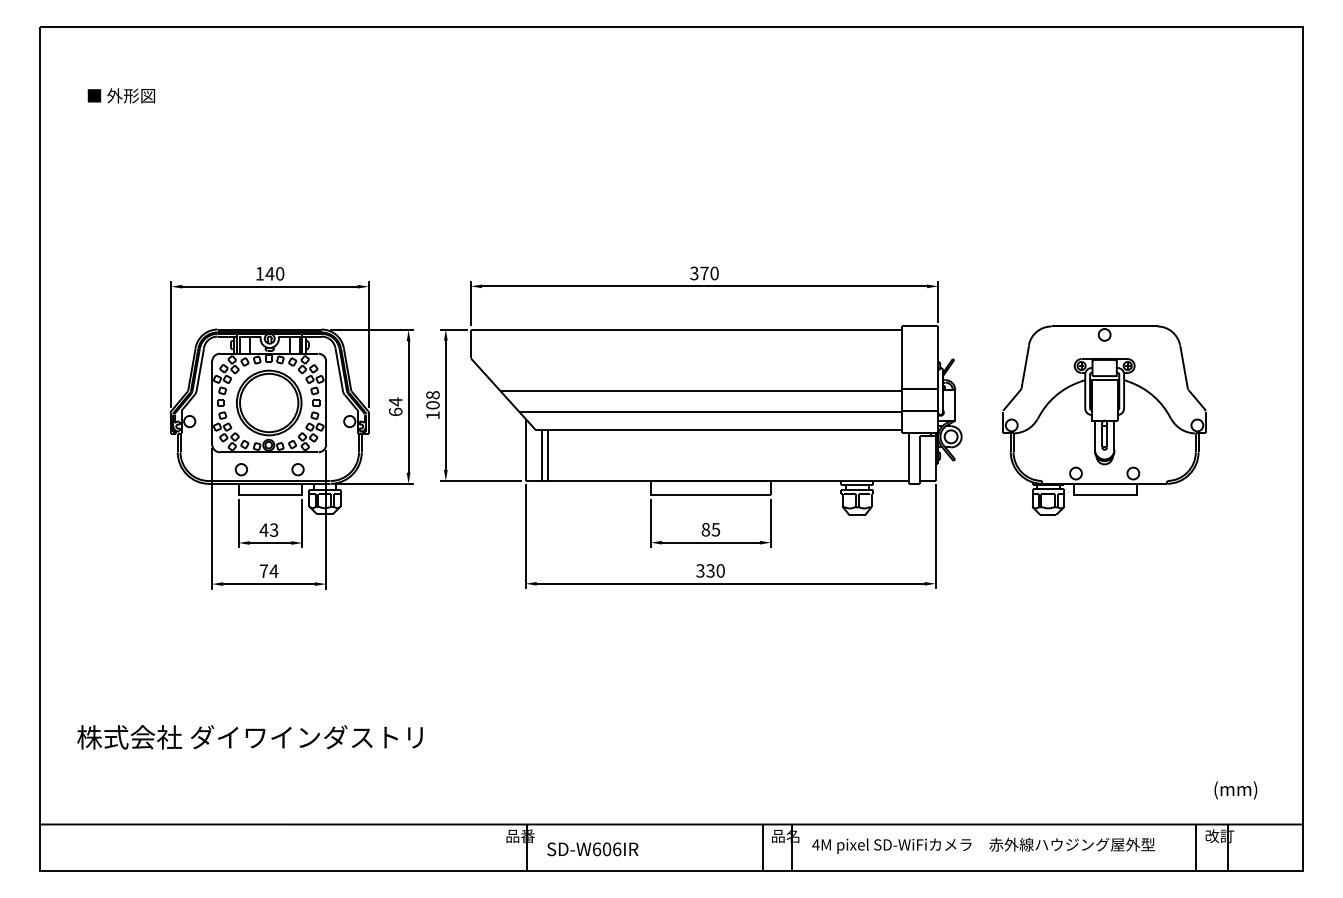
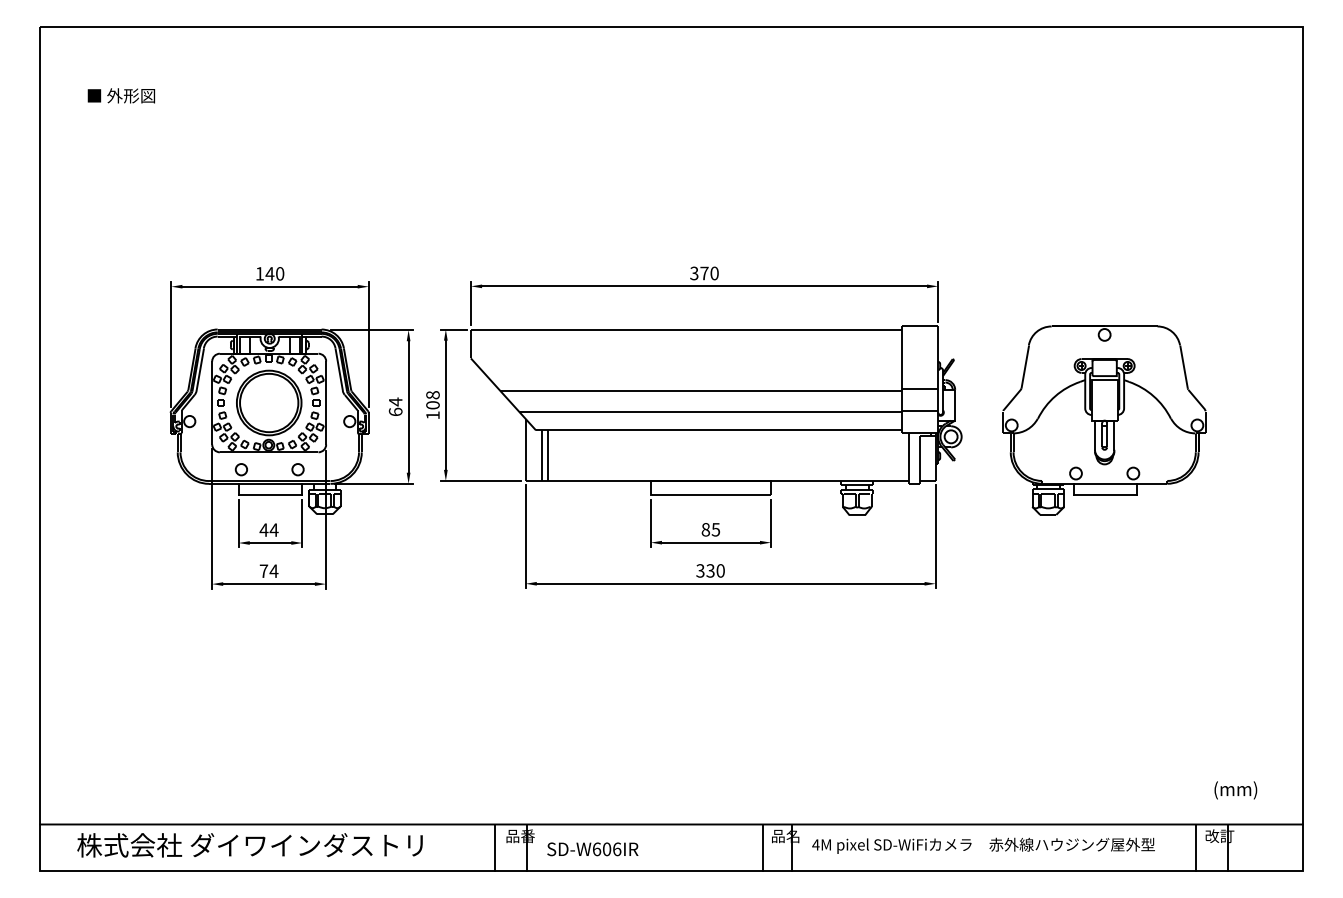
text at (273, 529): 43 -> 44
text at (249, 737) position: (249, 737) -> (249, 845)
line at (494, 848): none -> present
